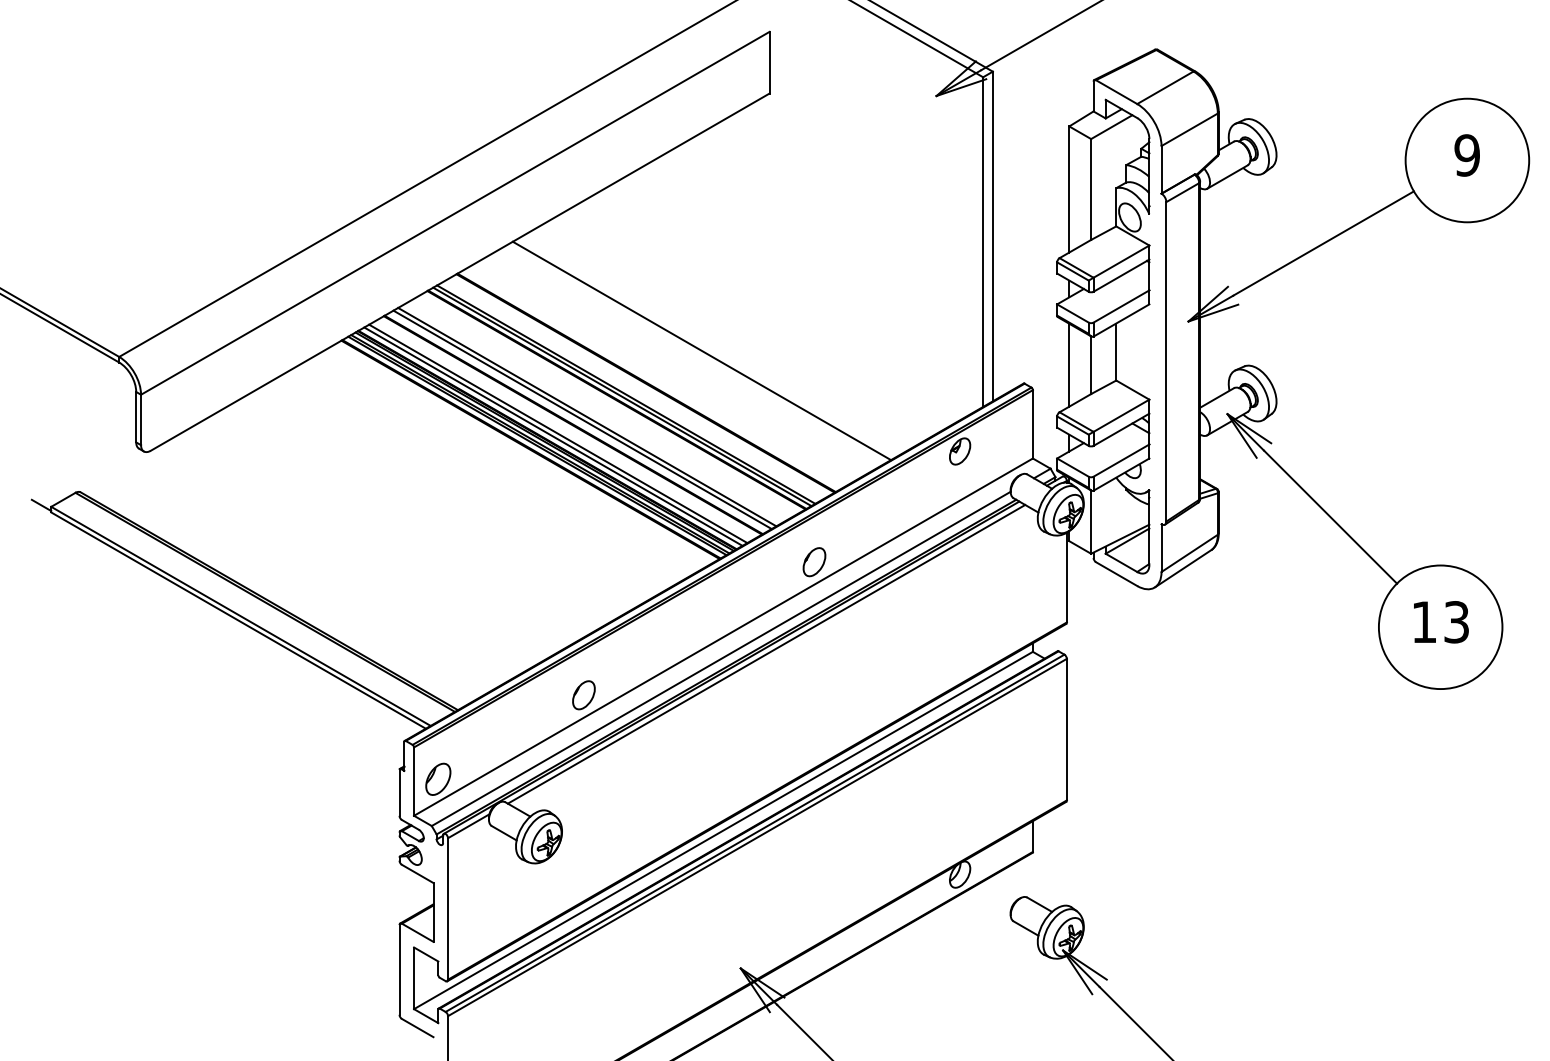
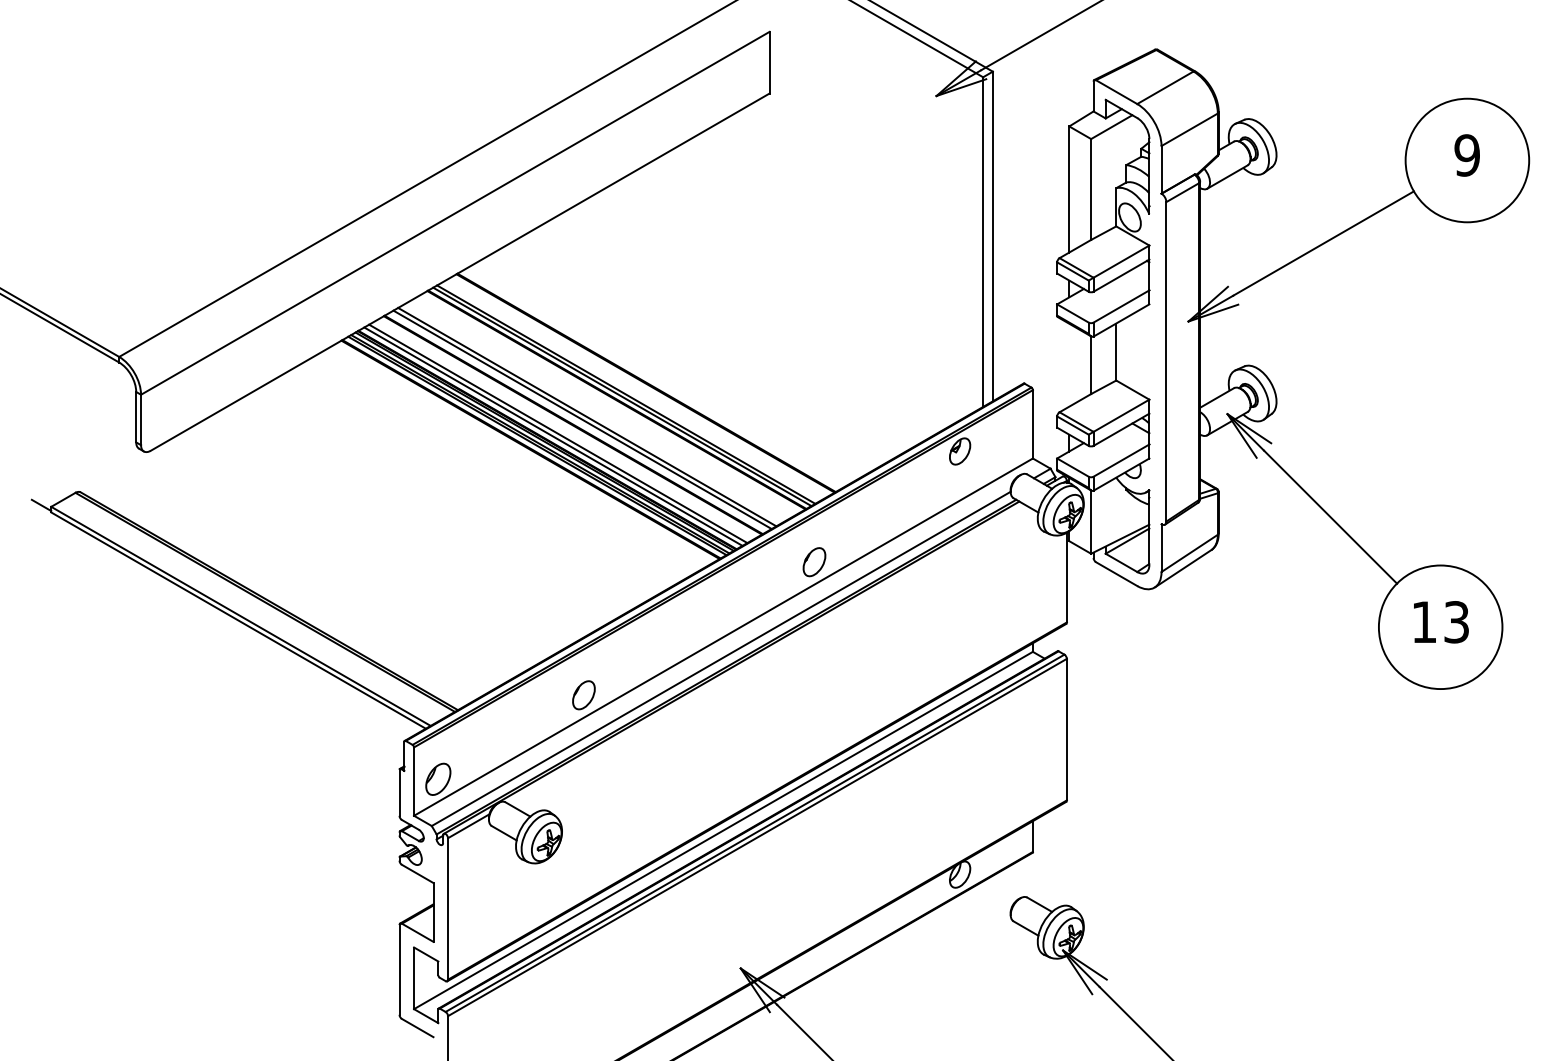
line at (701, 350): present -> none
line at (1069, 364): present -> none
line at (766, 653): present -> none
